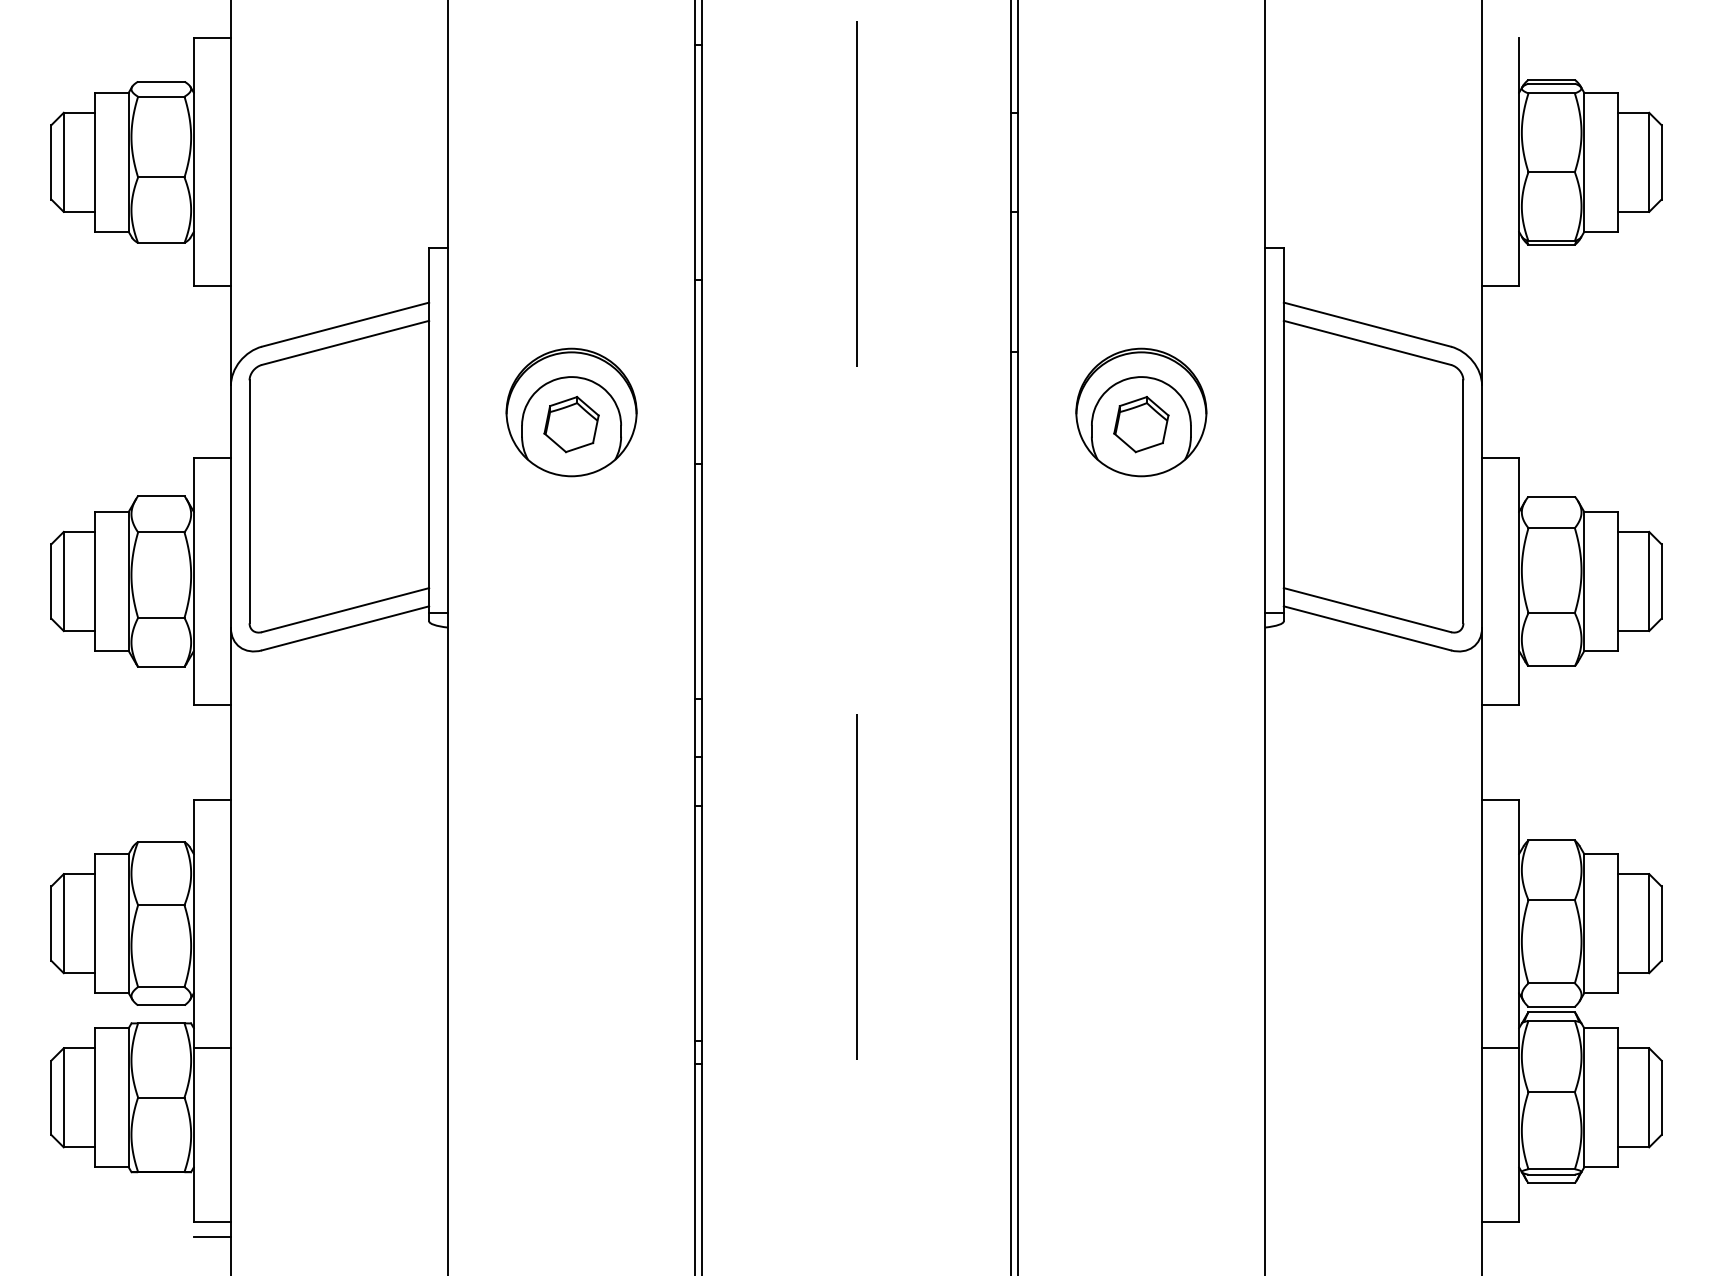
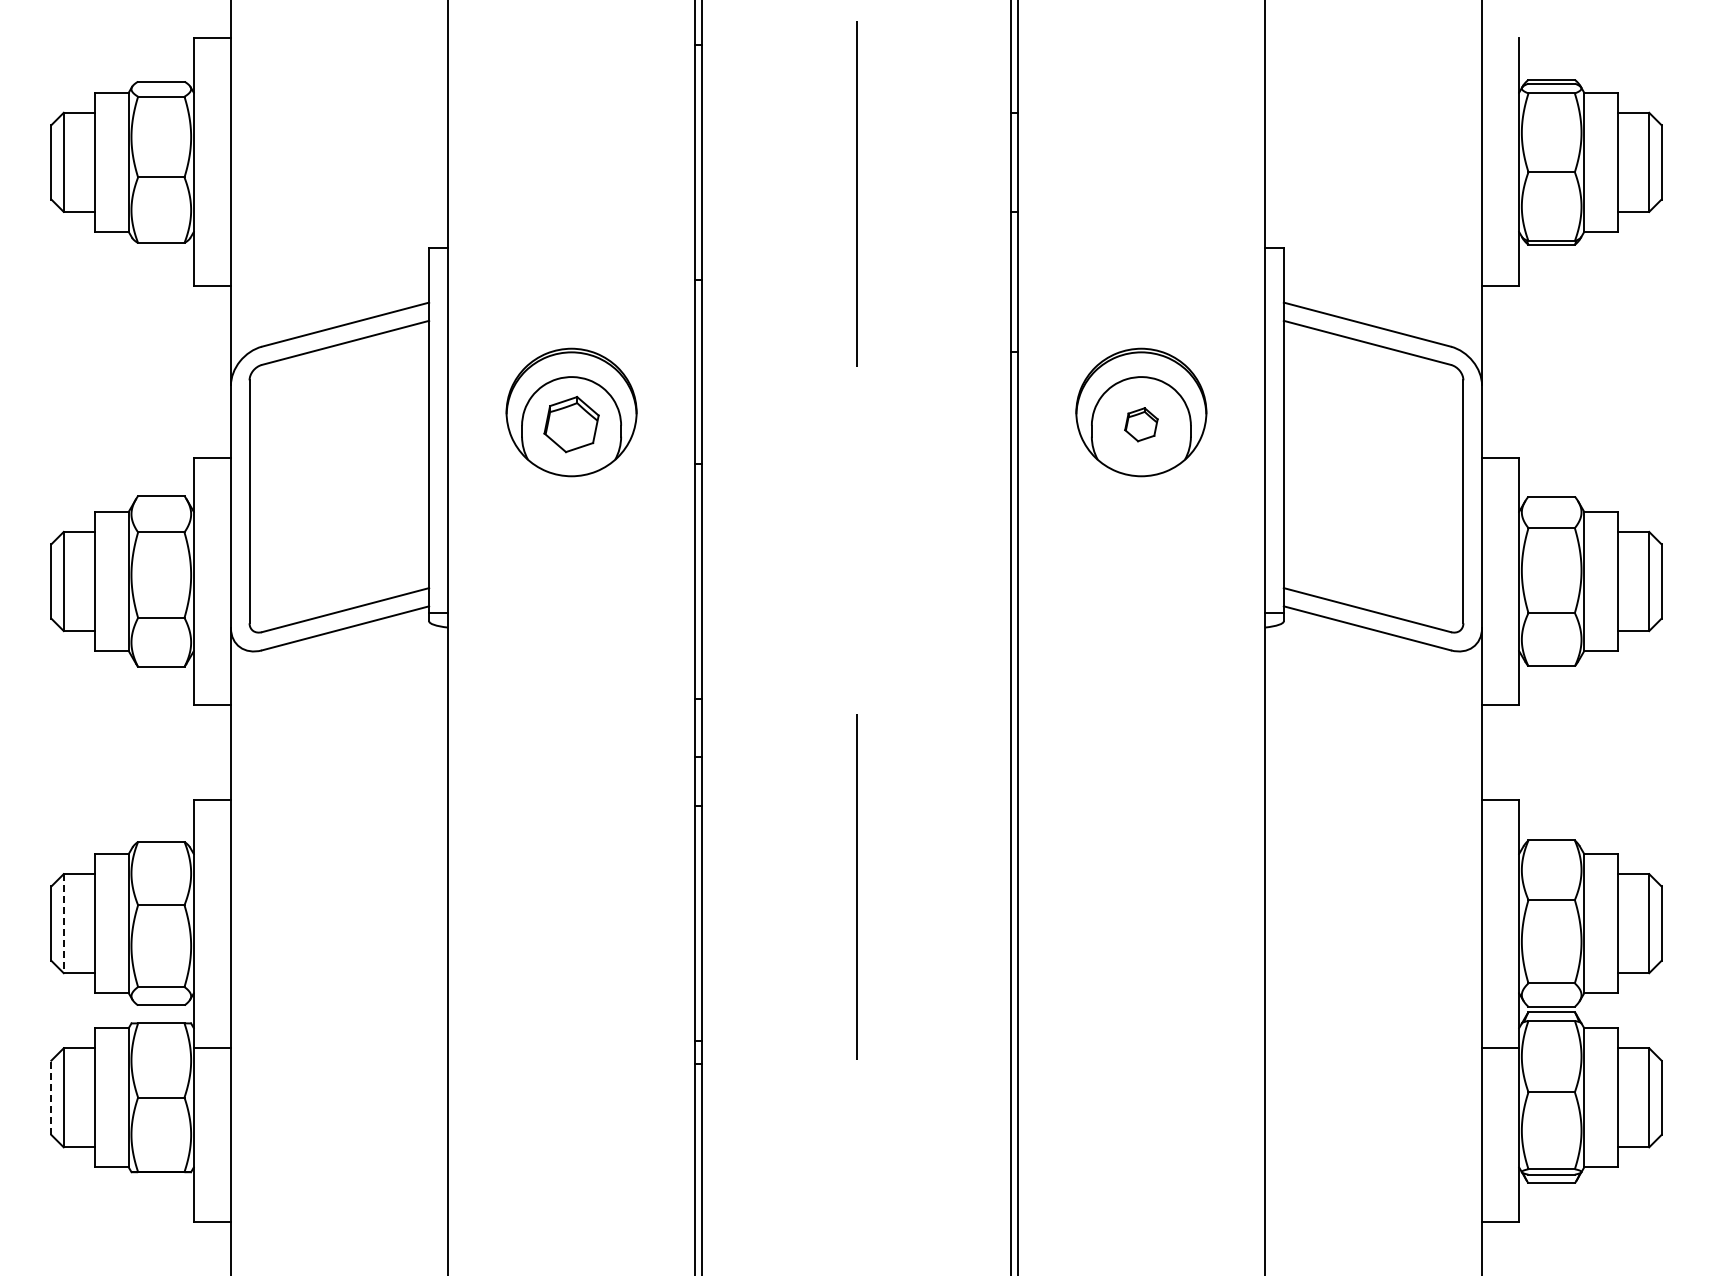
part at (1141, 424) size: 57x58 px -> 35x36 px
line at (63, 923): solid -> dashed
line at (51, 1097): solid -> dashed
line at (211, 1237): present -> none
